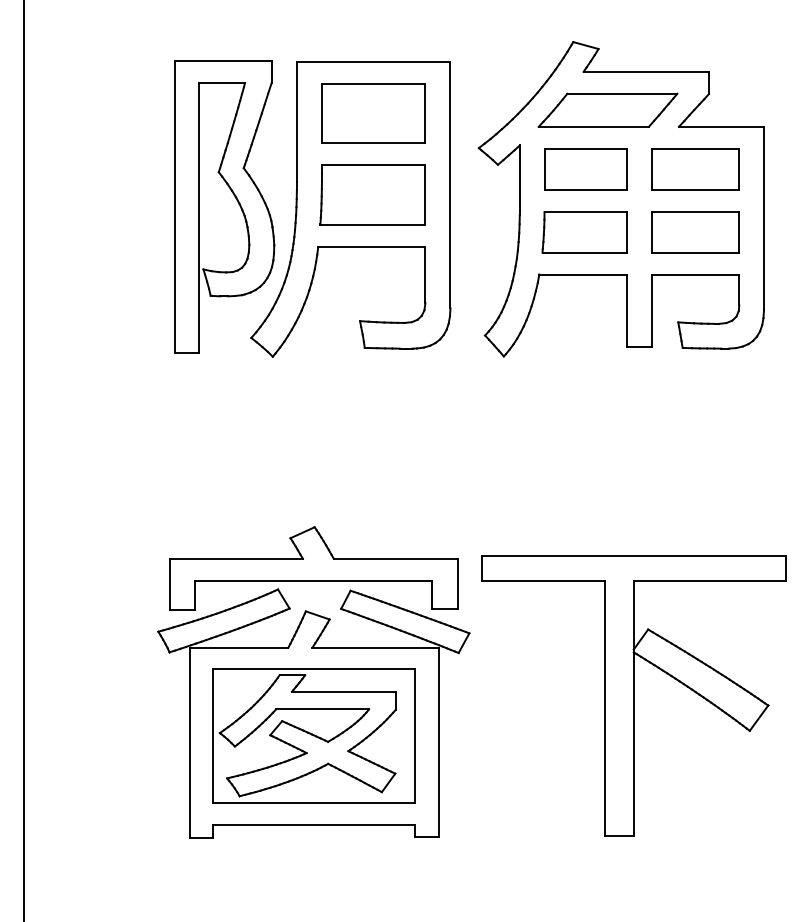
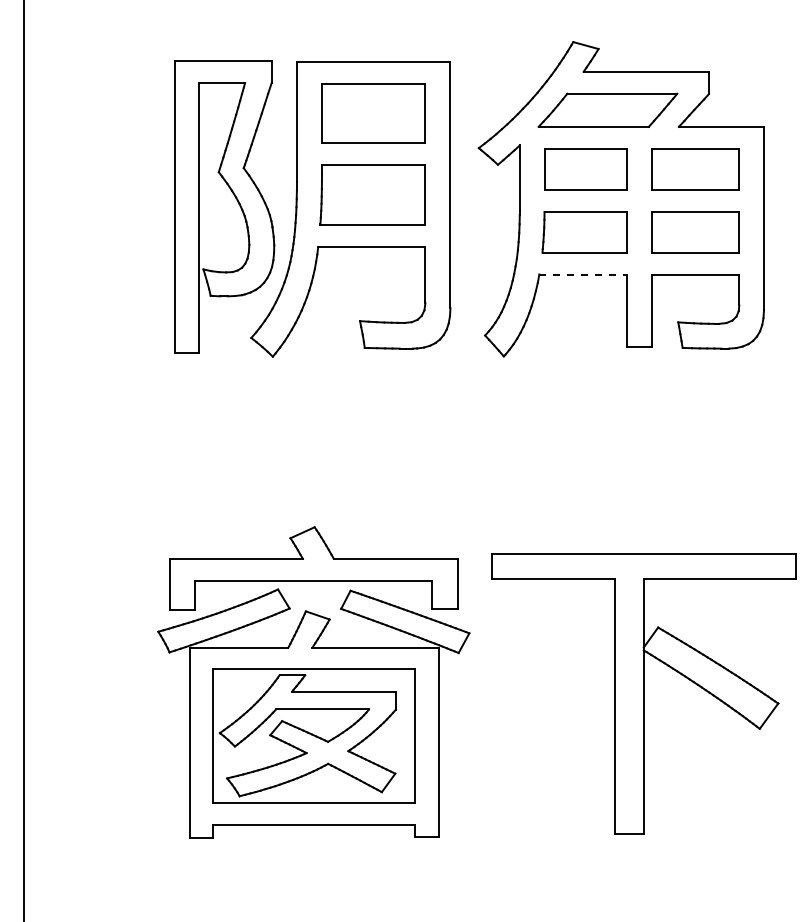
line at (583, 274): solid -> dashed
part at (633, 695) position: (633, 695) -> (643, 693)
